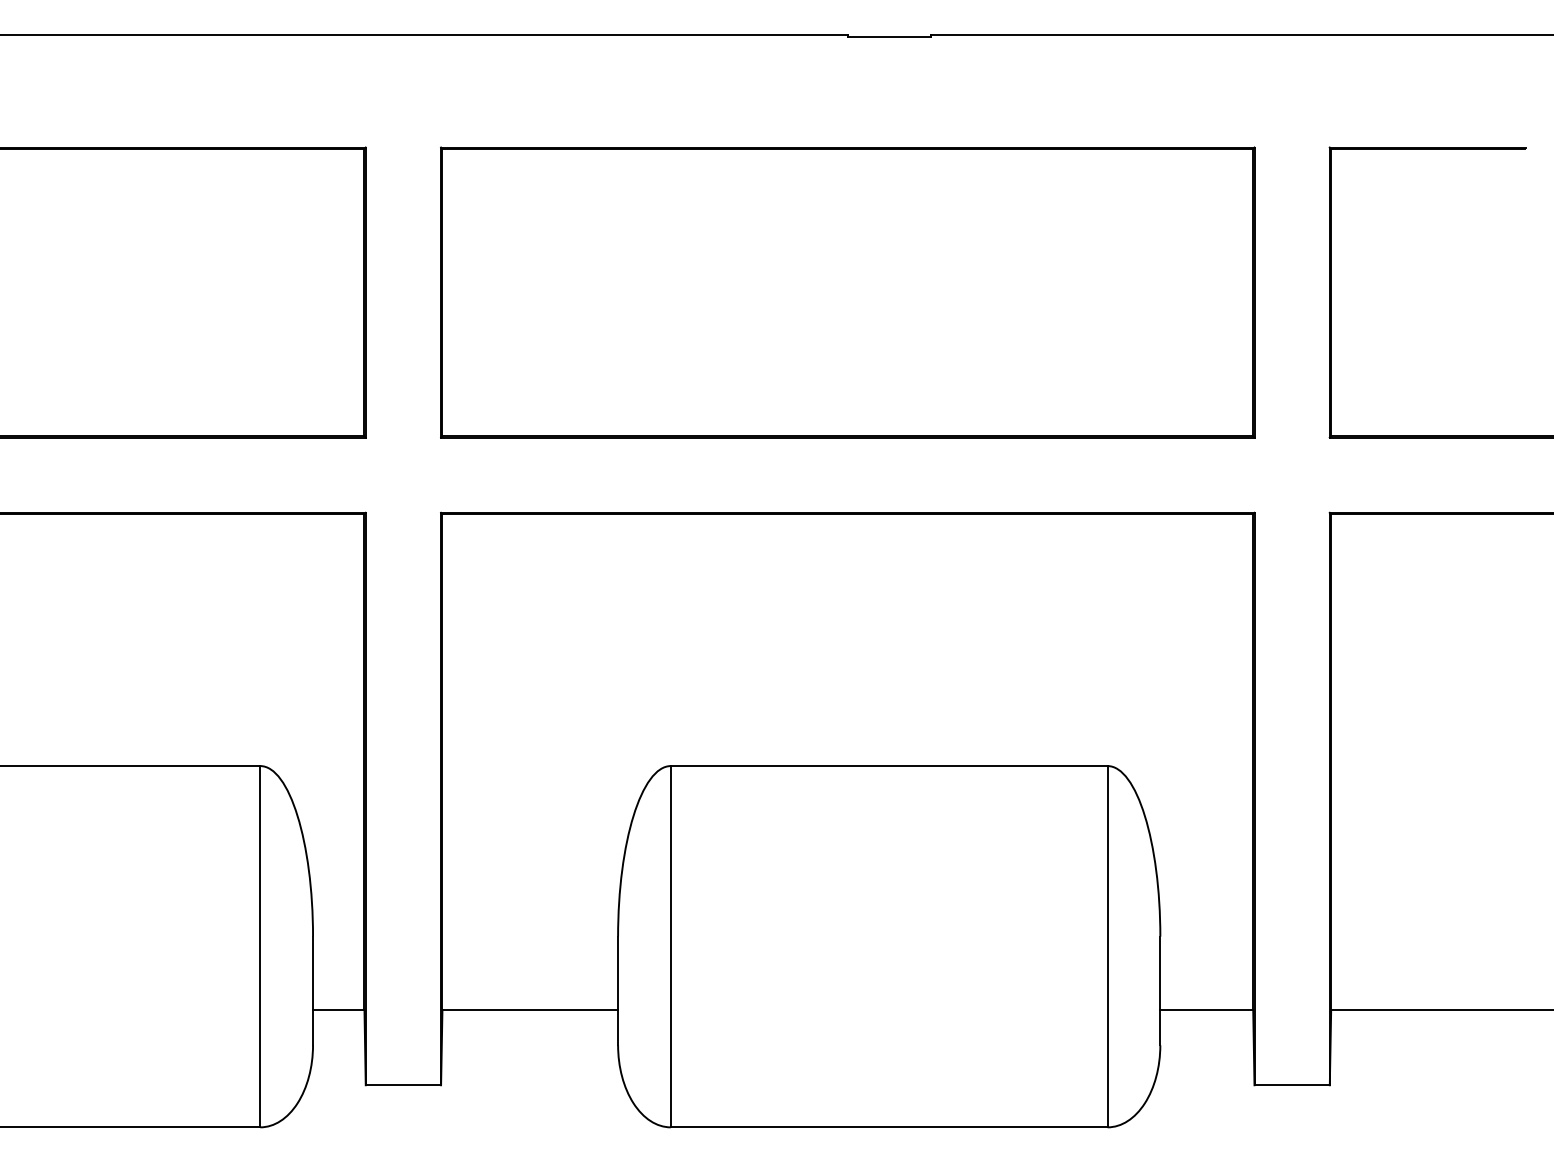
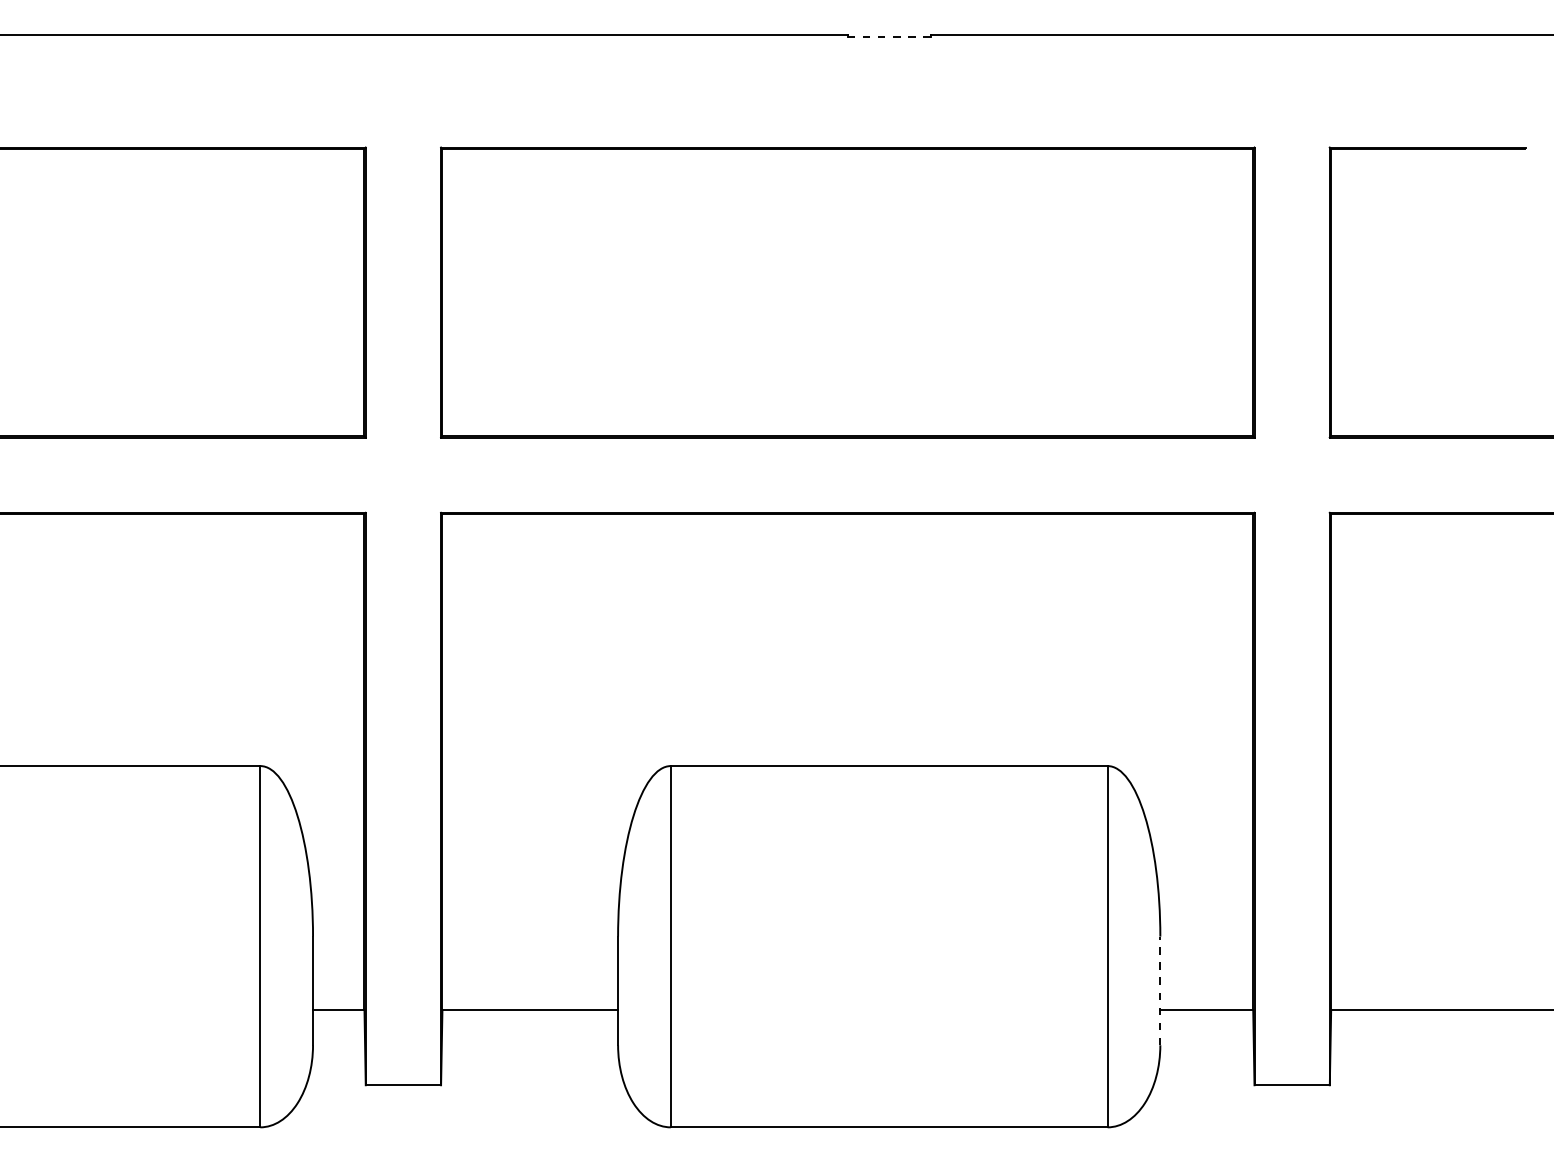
line at (888, 36): solid -> dashed
line at (1160, 990): solid -> dashed
